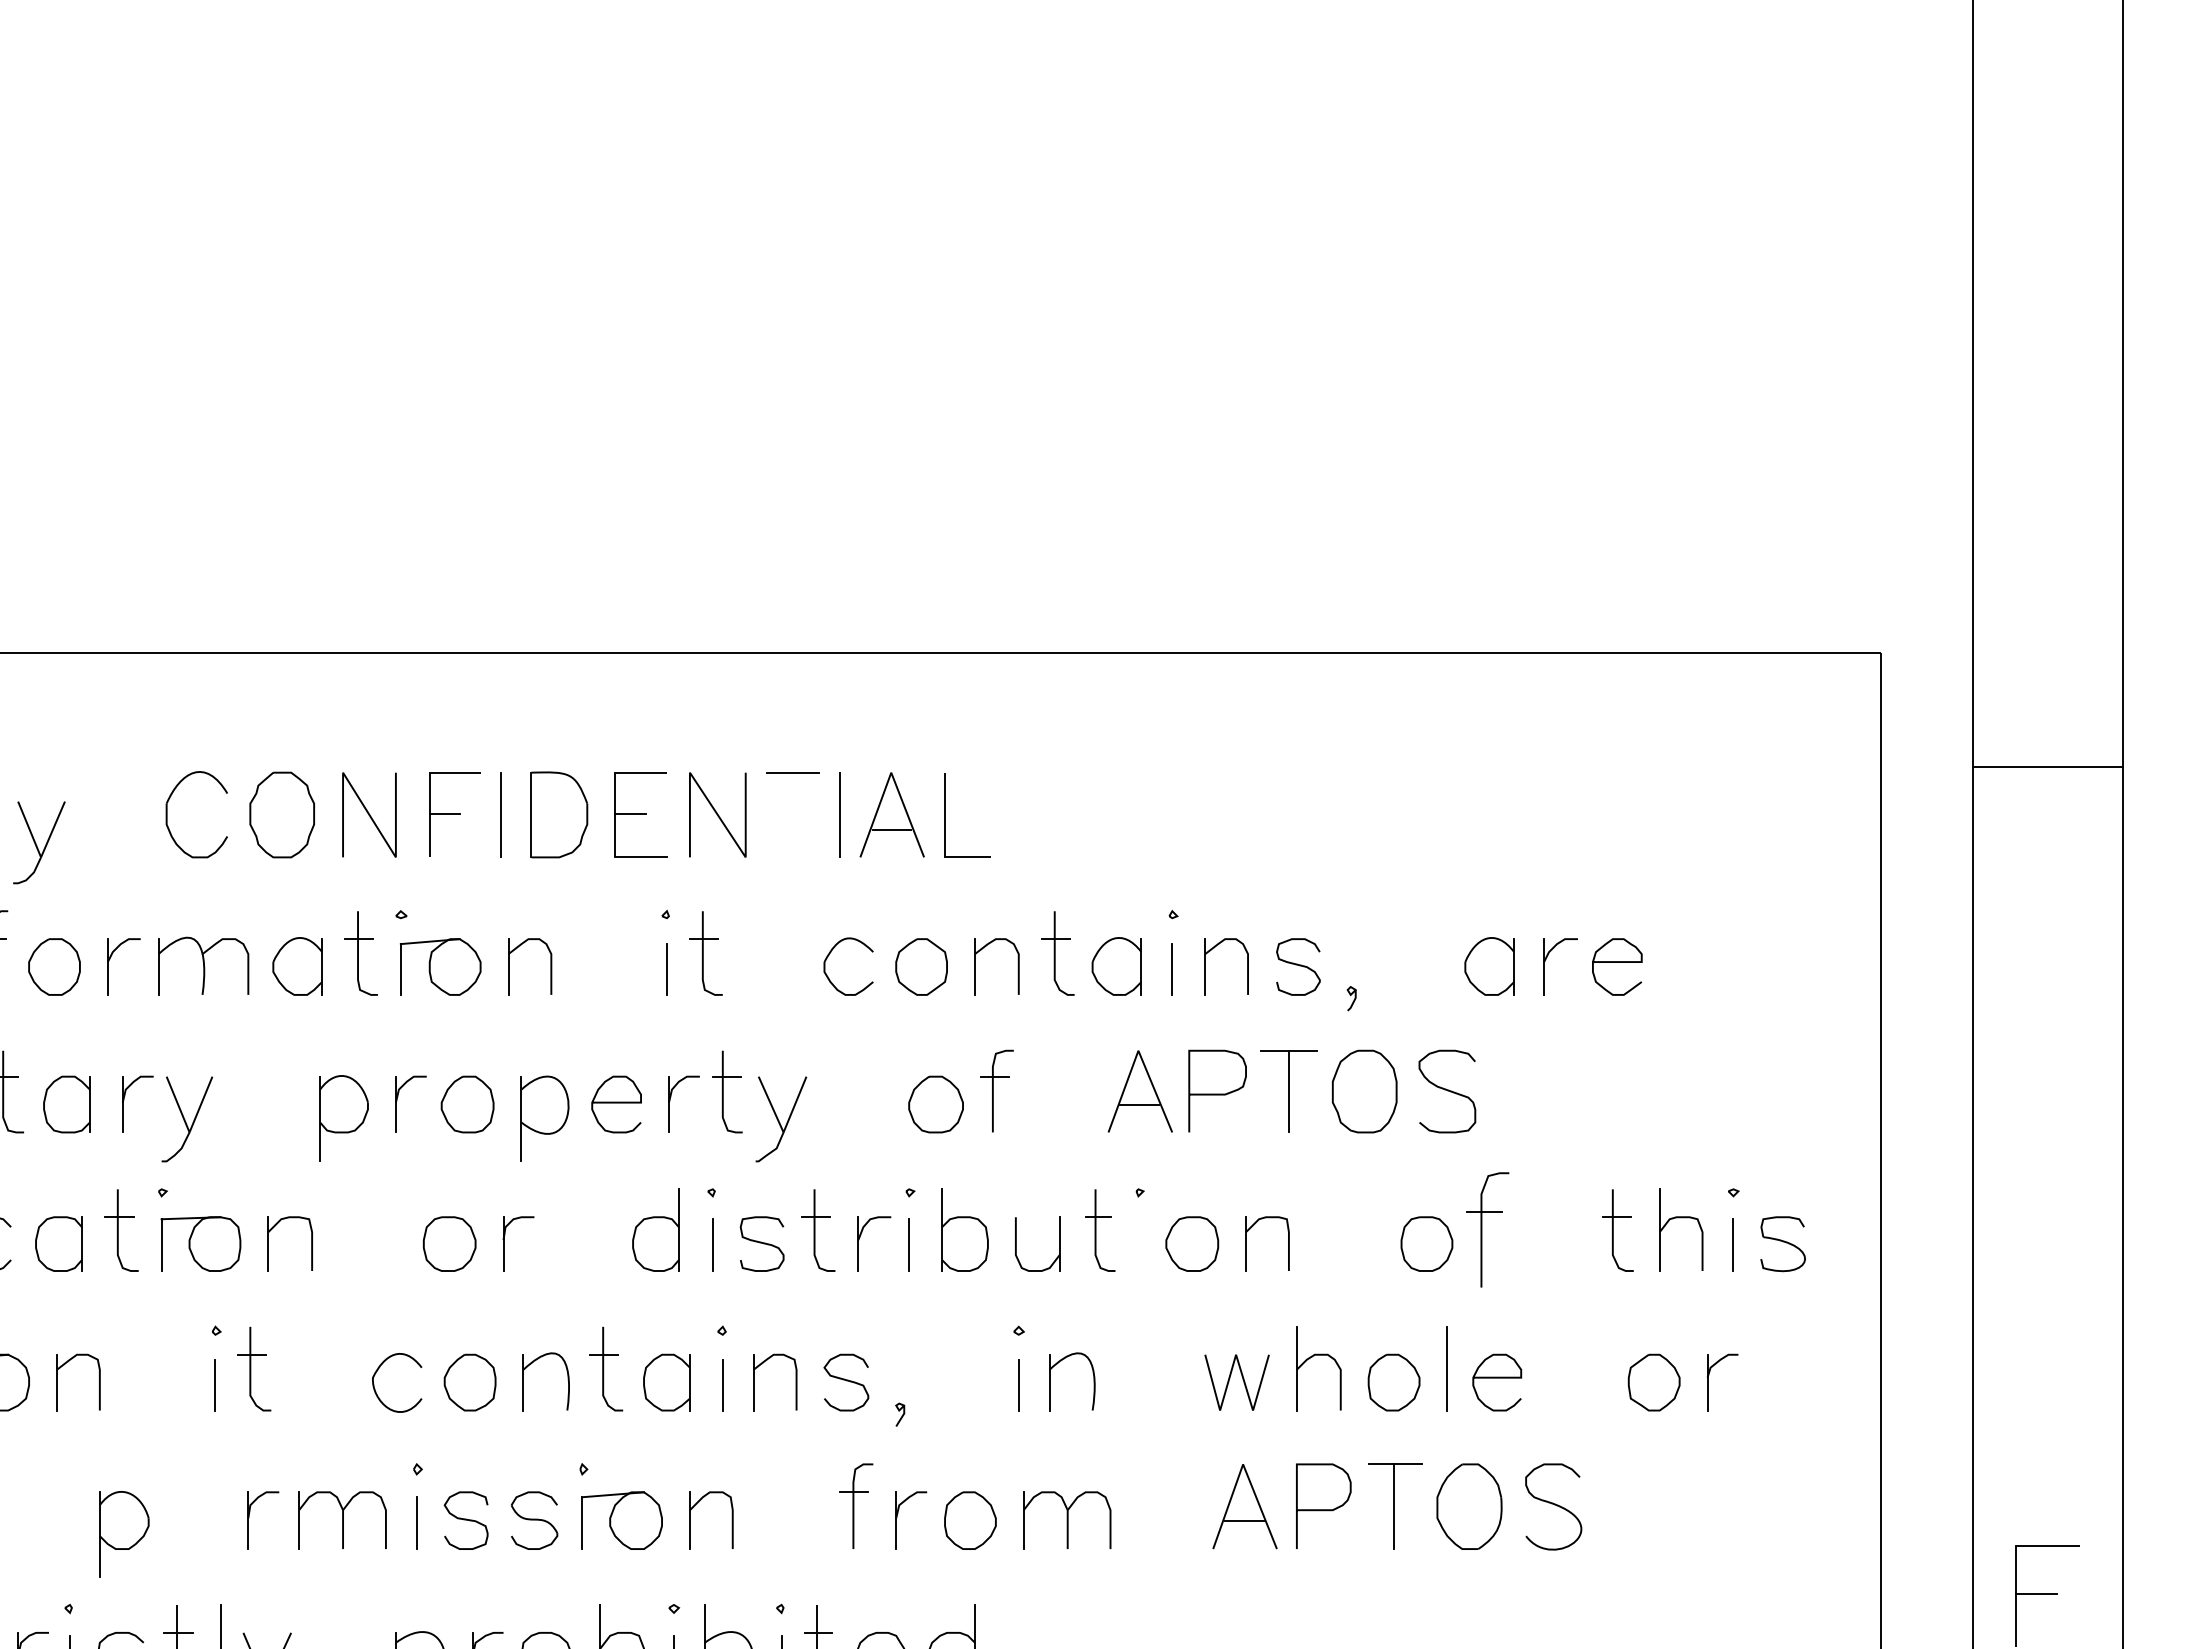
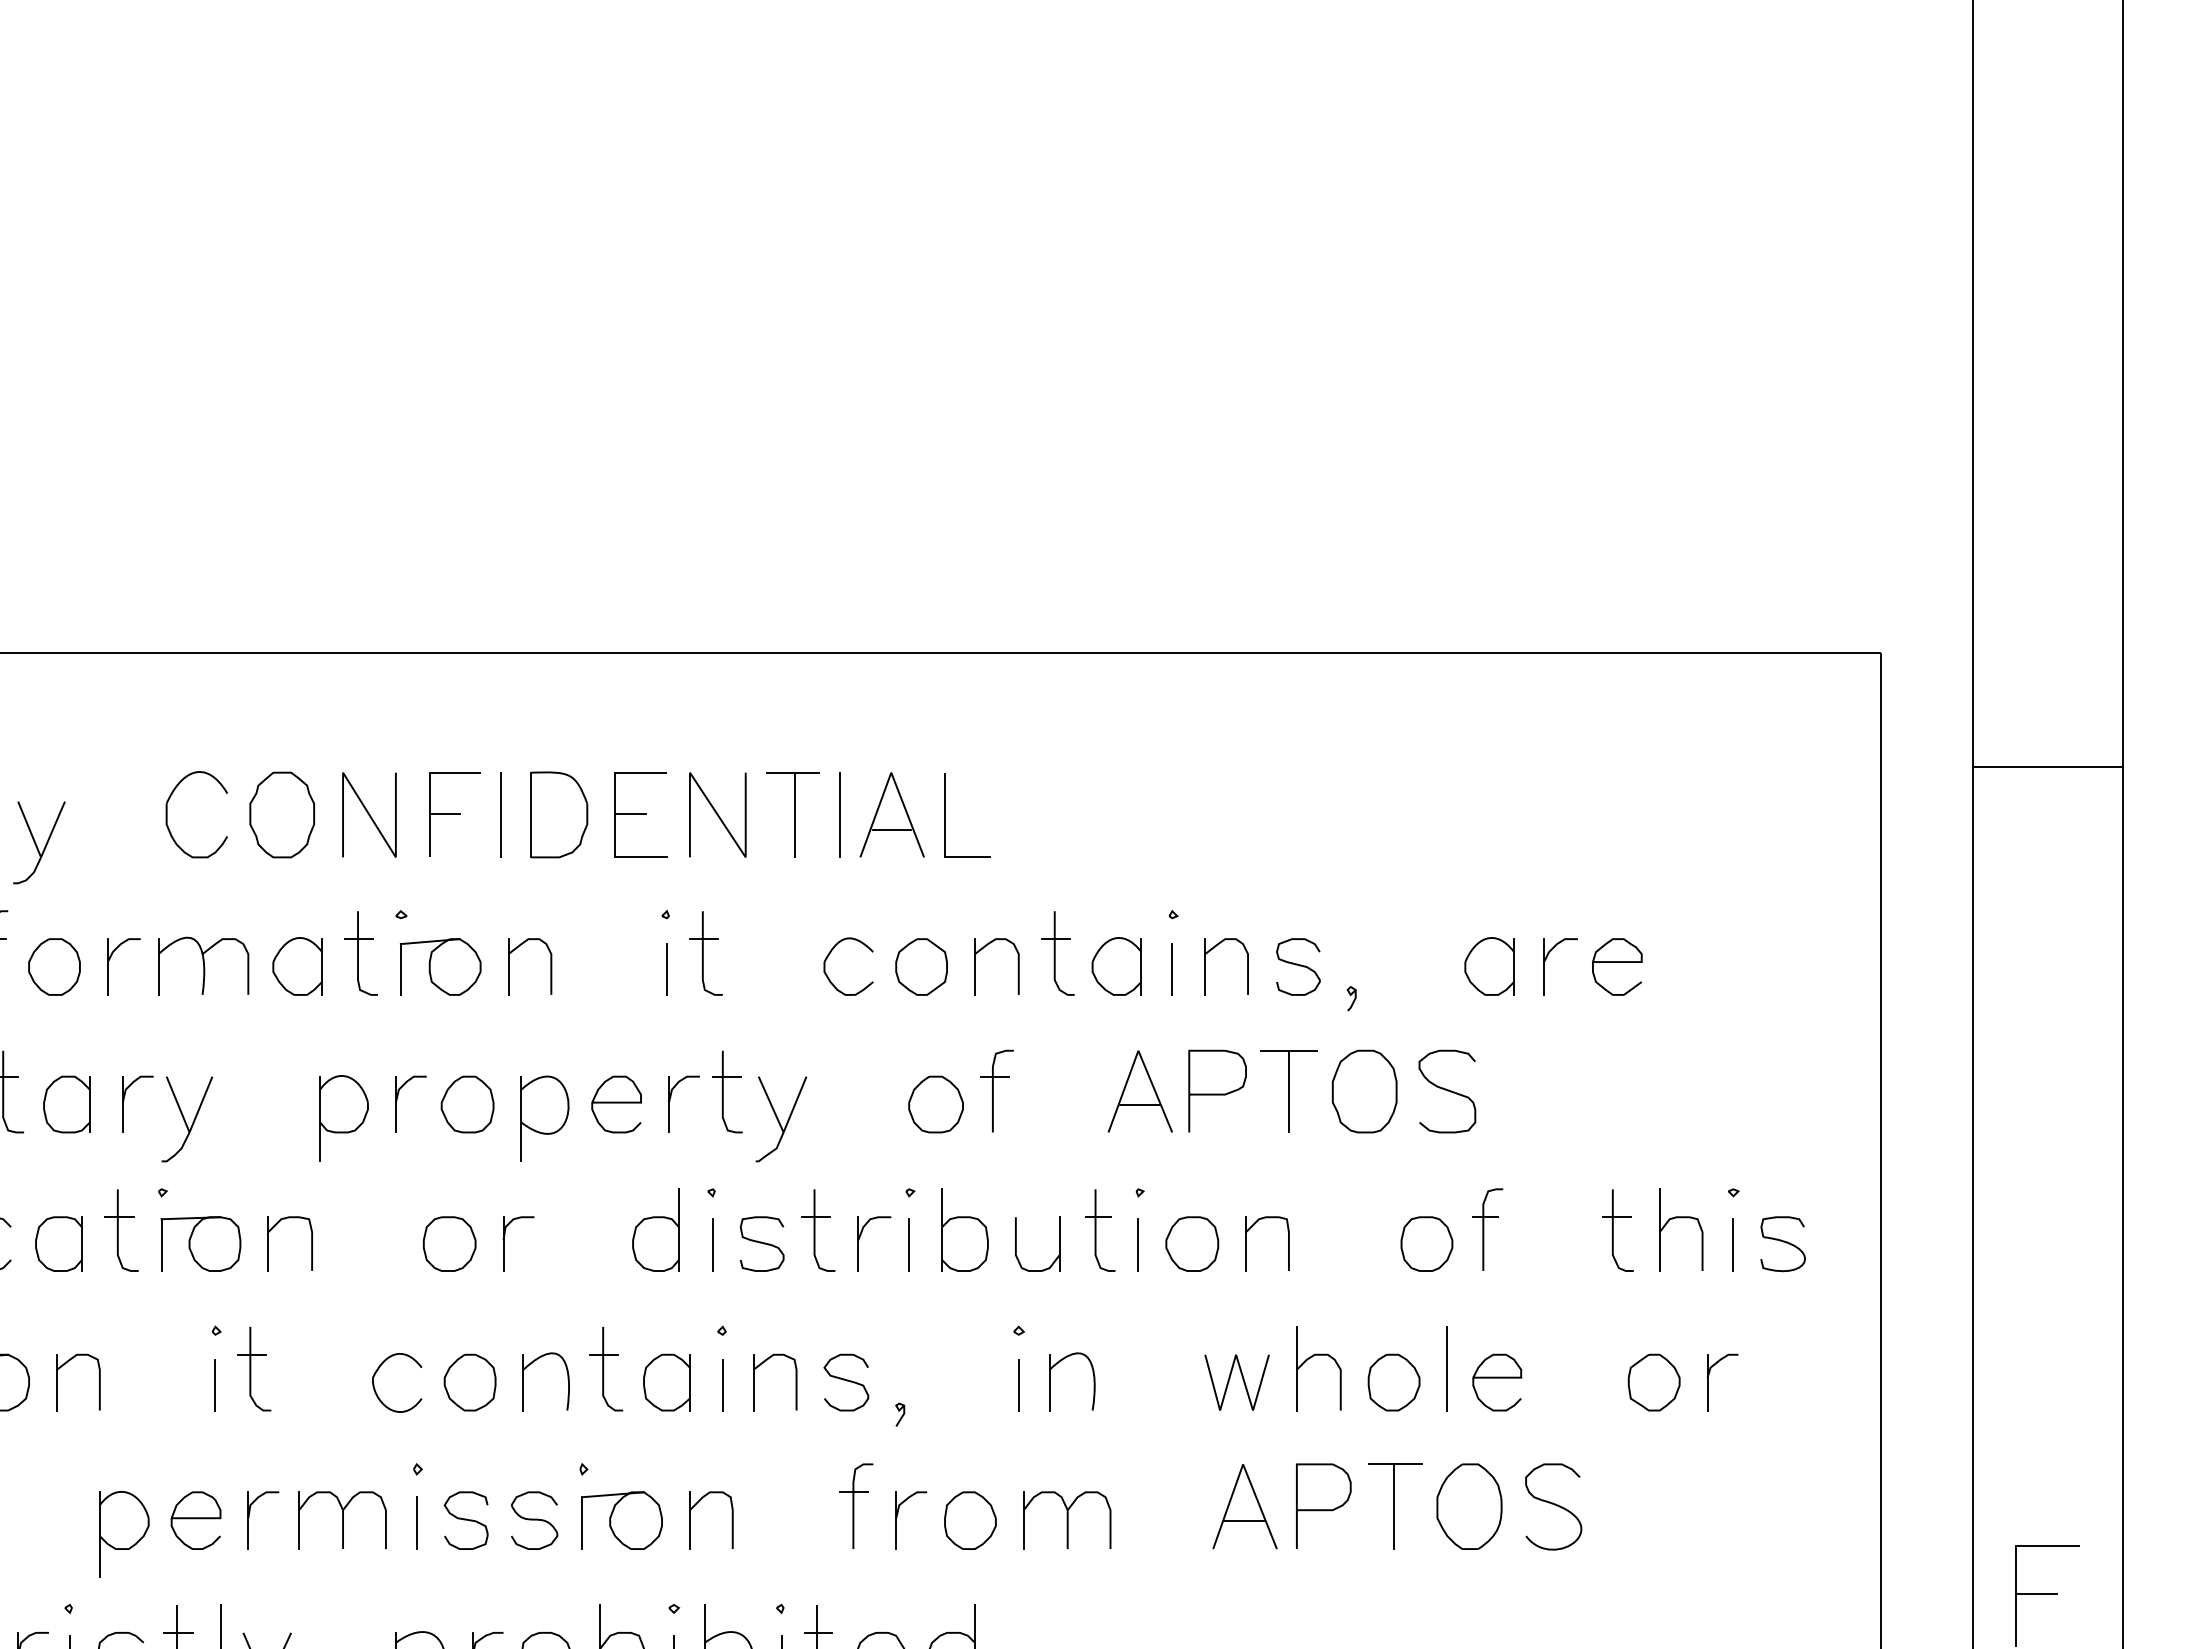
line at (794, 814): none -> present
part at (1487, 1229) size: 44x116 px -> 32x83 px
line at (1138, 1244): none -> present
curve at (195, 1519): none -> present
